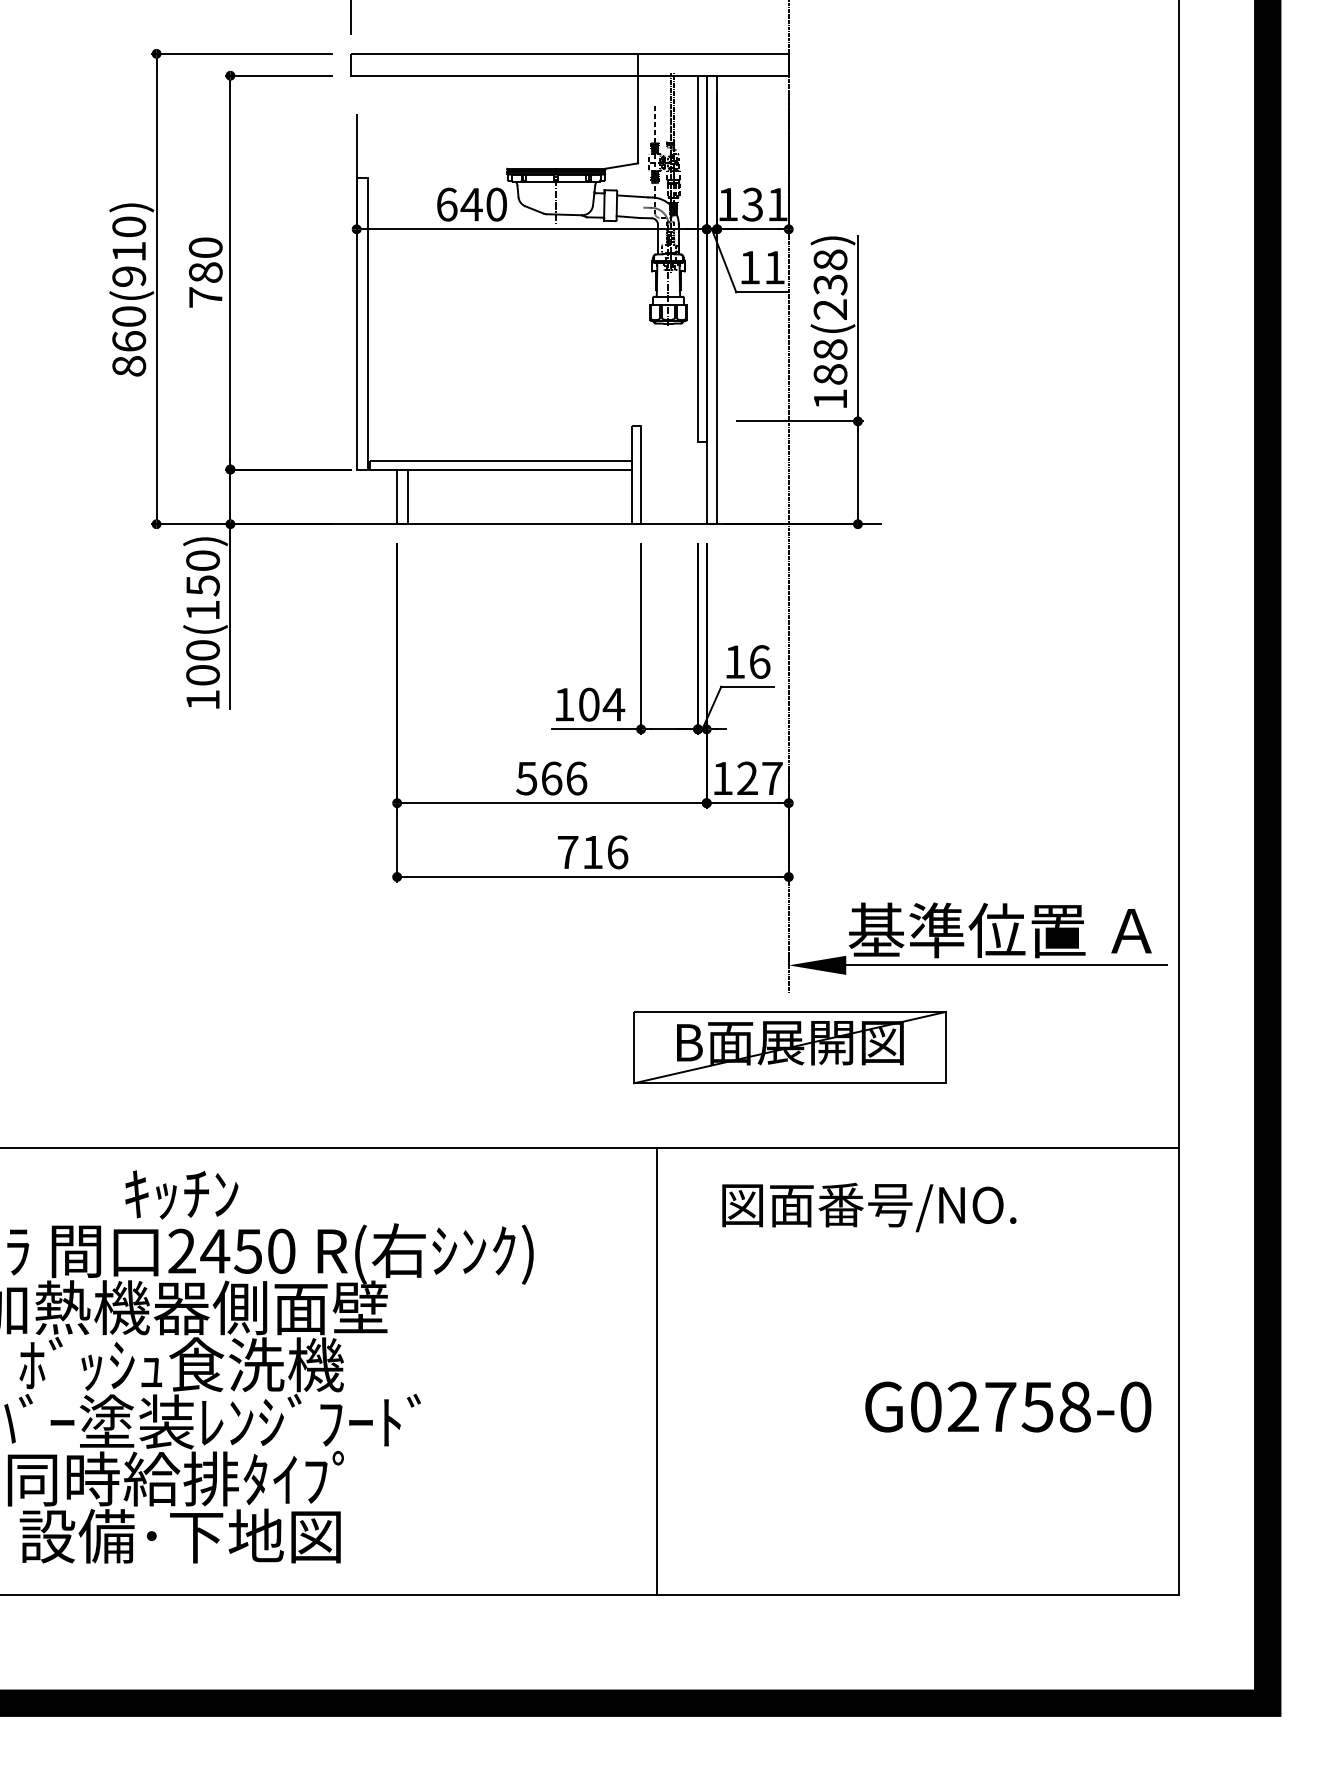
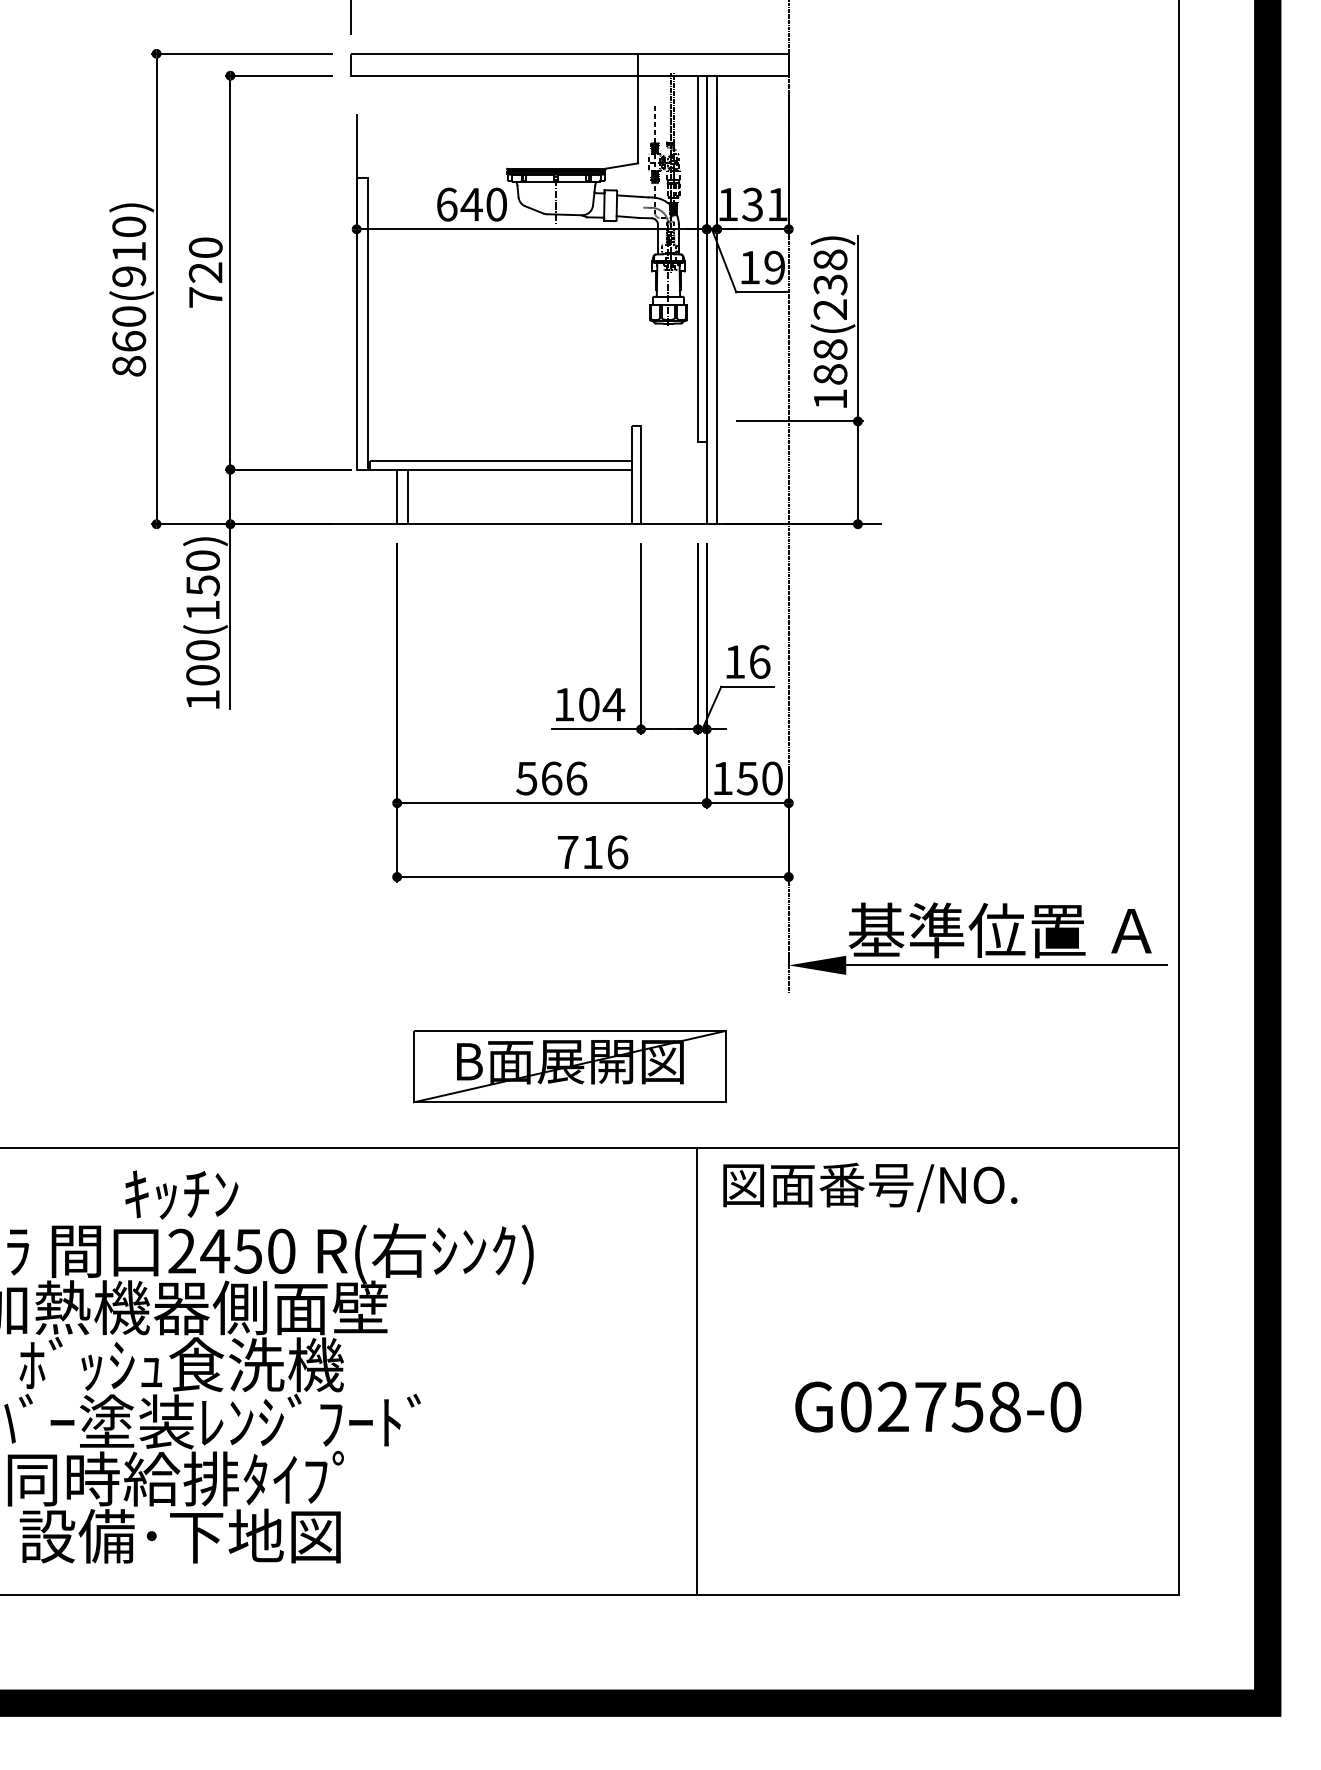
text at (774, 267): 11 -> 19
text at (205, 272): 780 -> 720
text at (759, 778): 127 -> 150
part at (789, 1047) position: (789, 1047) -> (569, 1066)
text at (869, 1207) position: (869, 1207) -> (870, 1187)
line at (657, 1370) position: (657, 1370) -> (697, 1370)
text at (1008, 1406) position: (1008, 1406) -> (938, 1406)
